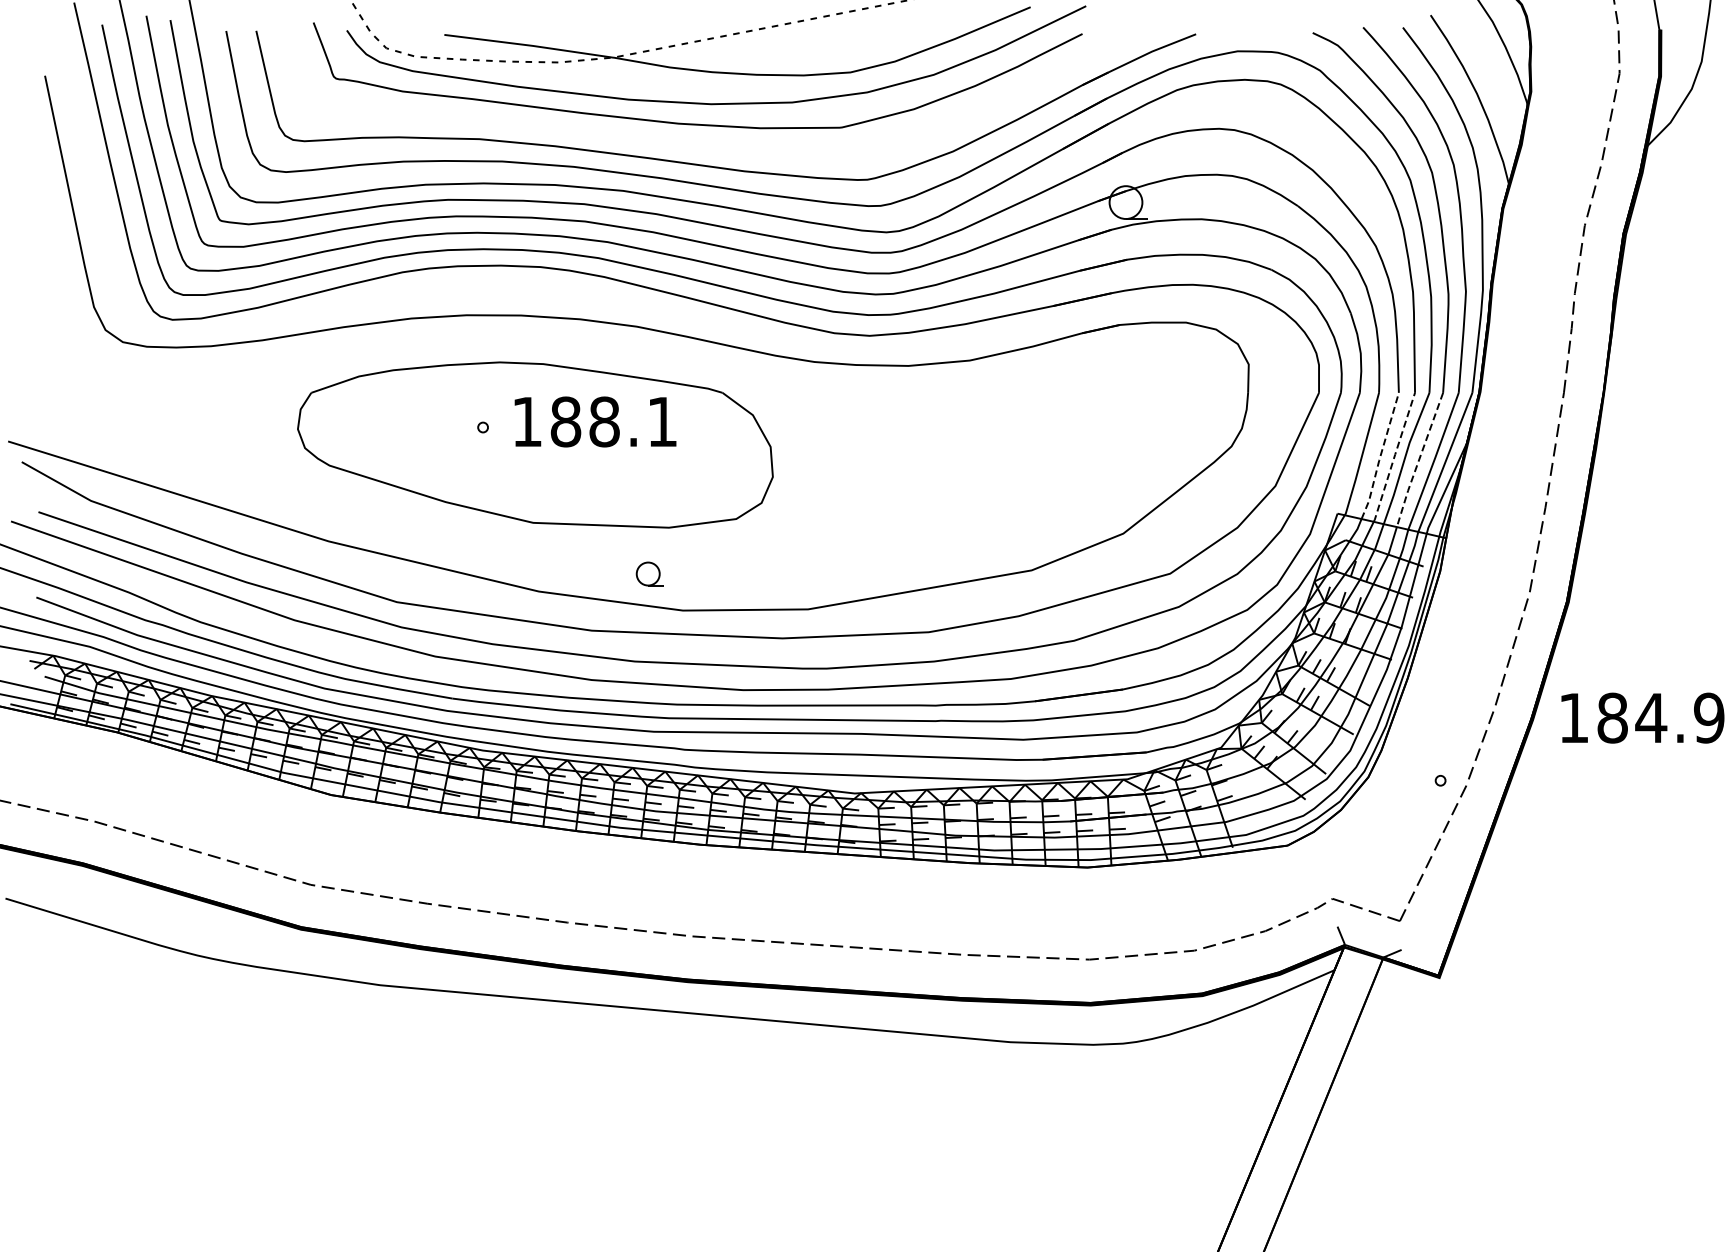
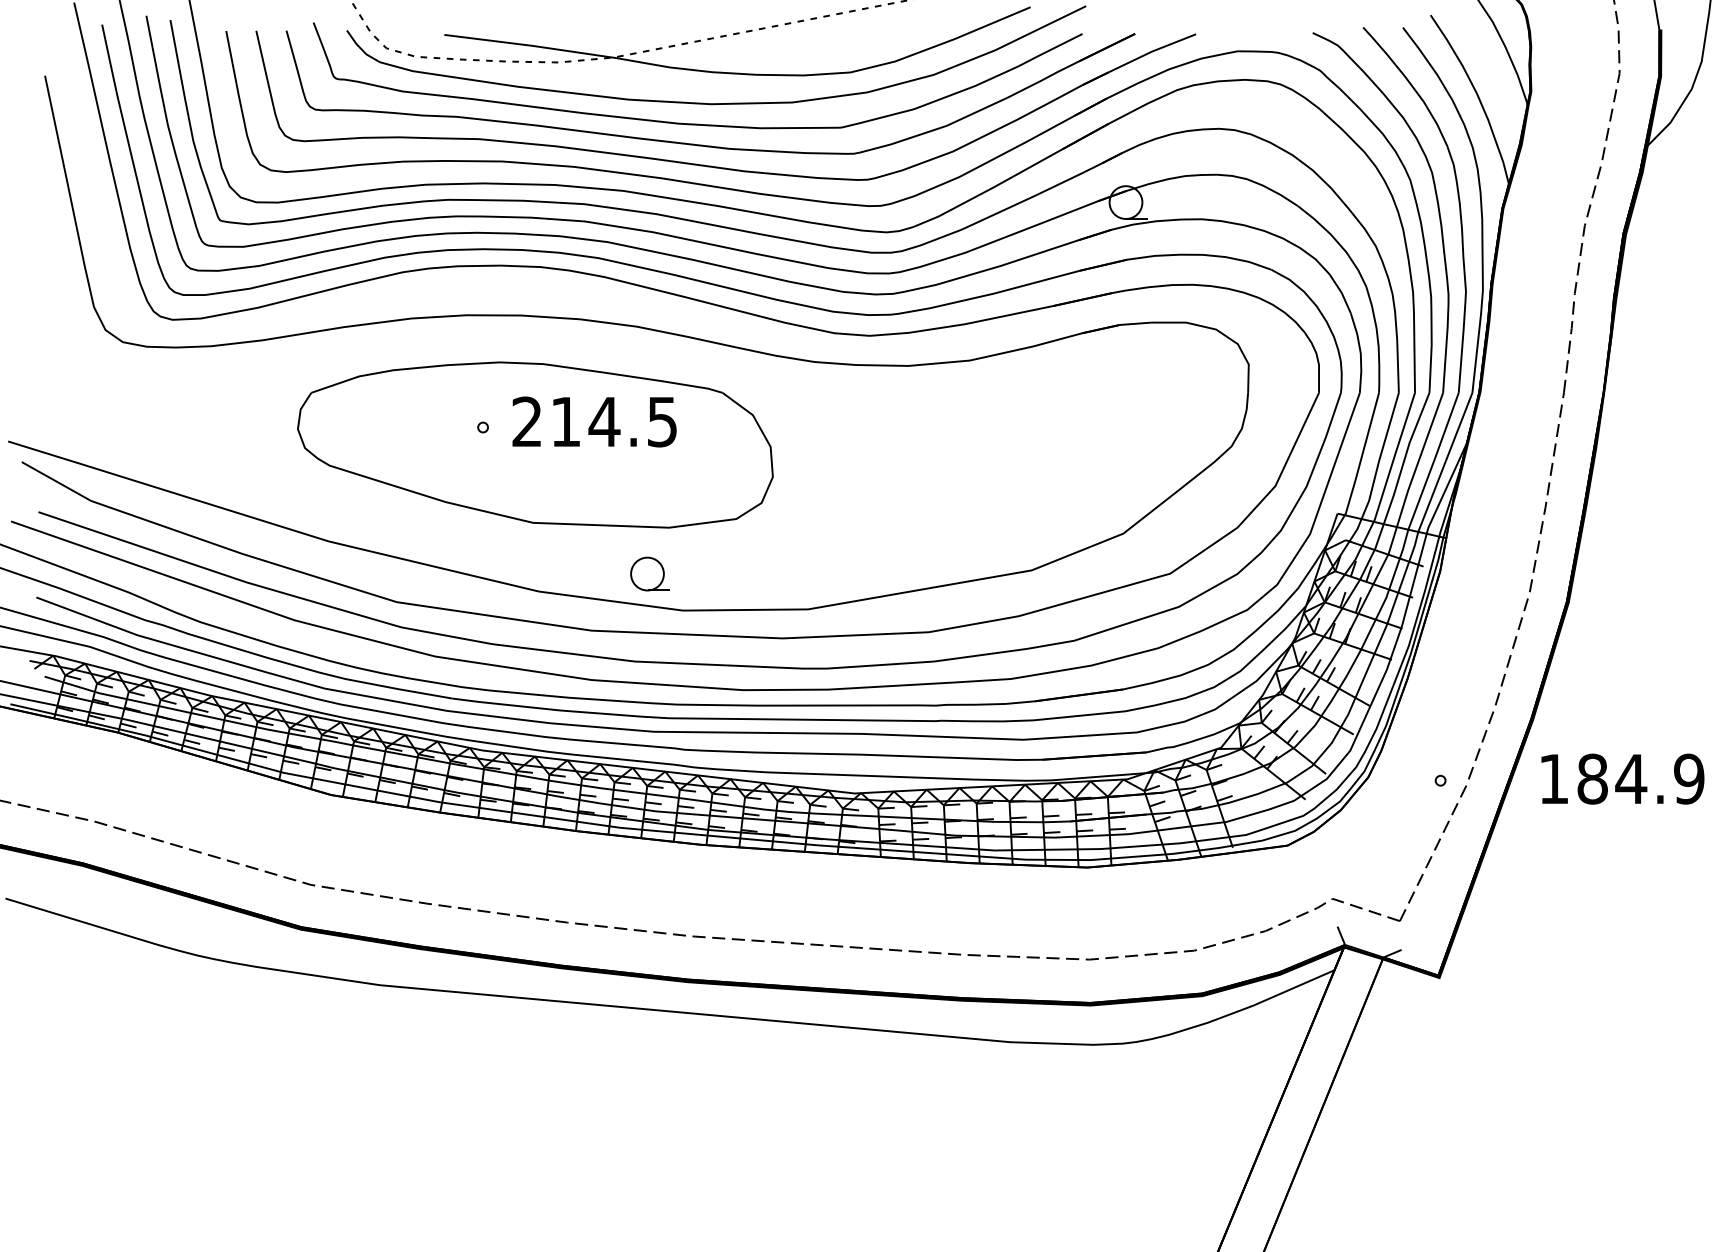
part at (702, 144): none -> present
text at (594, 421): 188.1 -> 214.5
line at (1380, 456): dashed -> solid
line at (1394, 457): dashed -> solid
line at (1419, 460): dashed -> solid
part at (649, 573) size: 29x26 px -> 40x36 px
text at (1642, 717) position: (1642, 717) -> (1622, 778)
